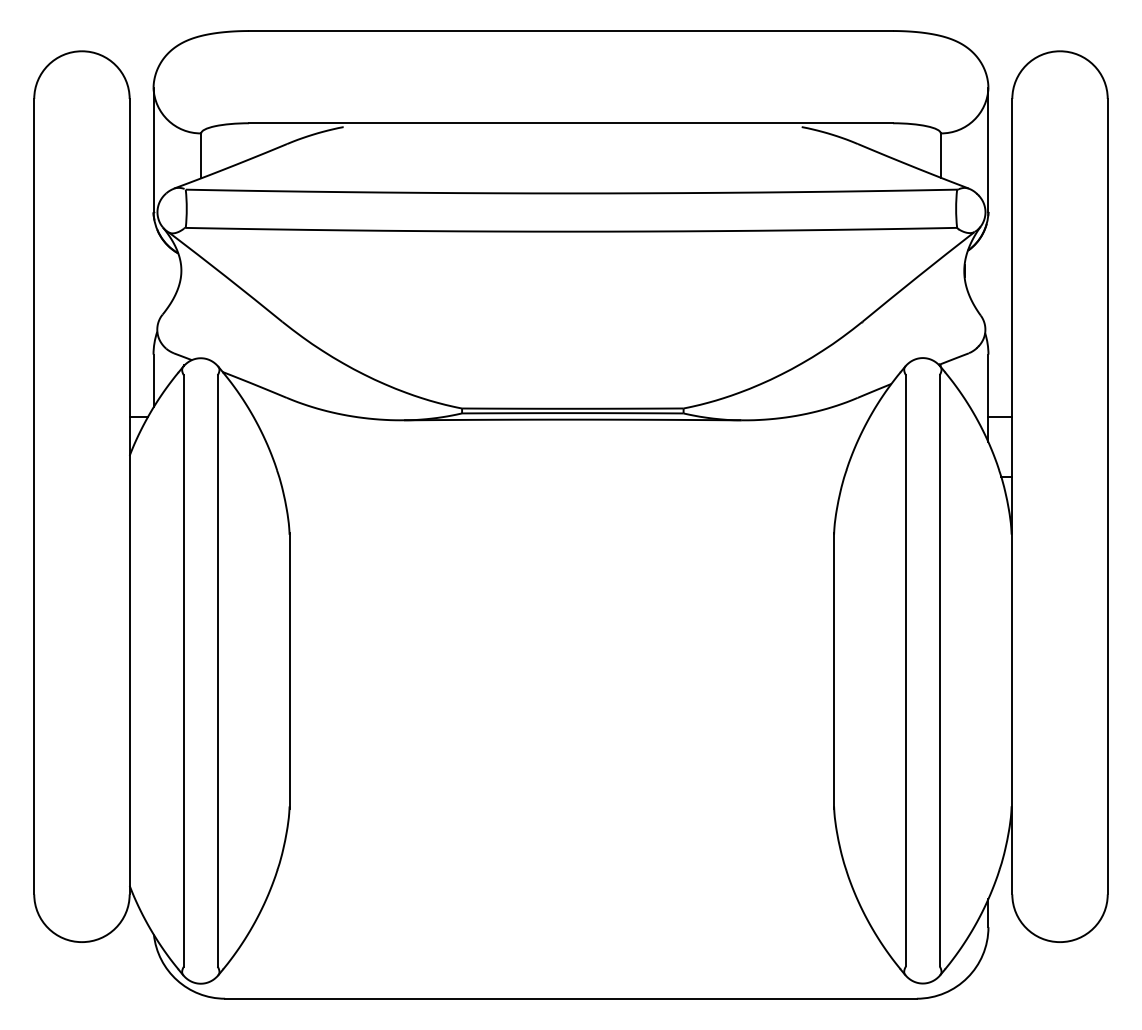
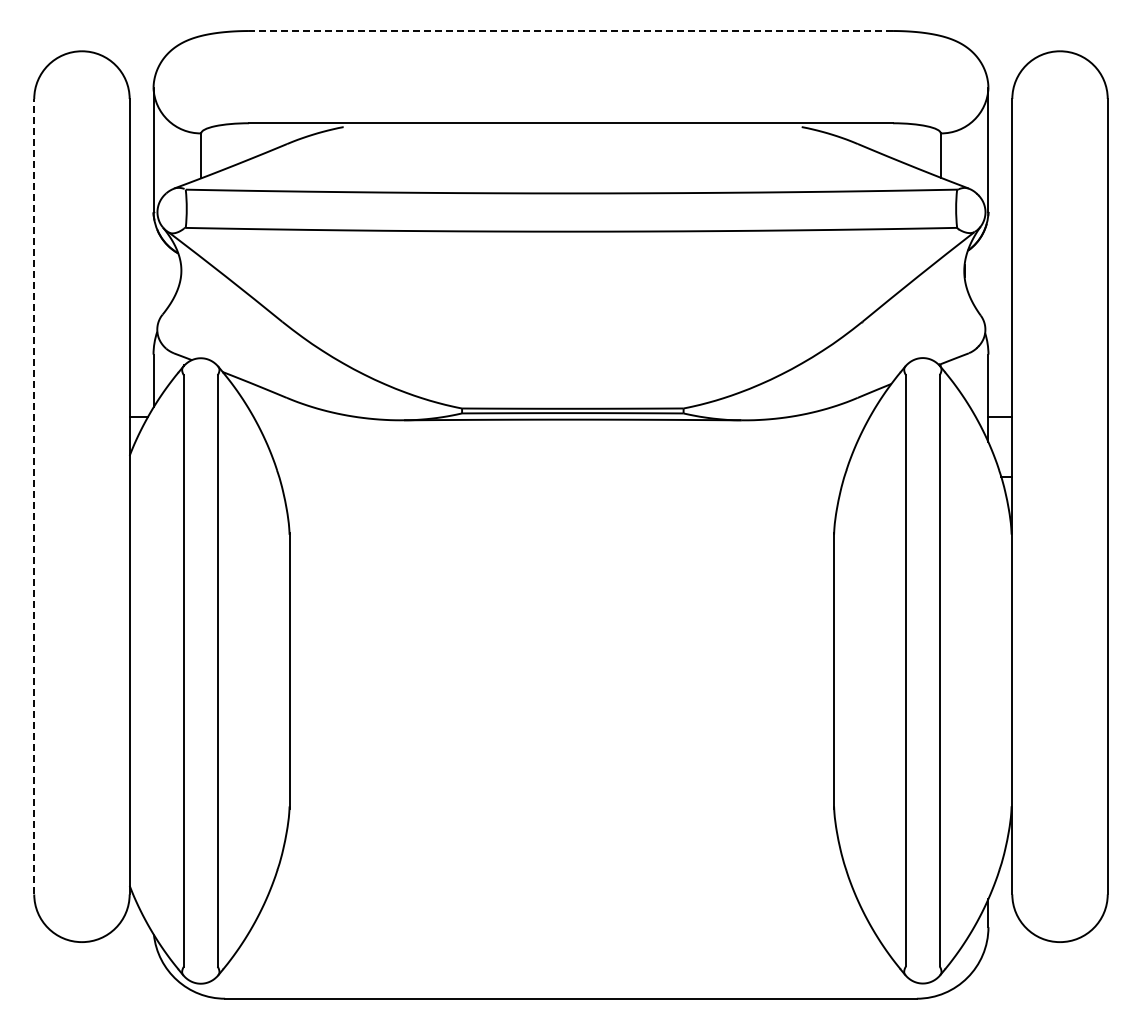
line at (570, 31): solid -> dashed
line at (34, 496): solid -> dashed
